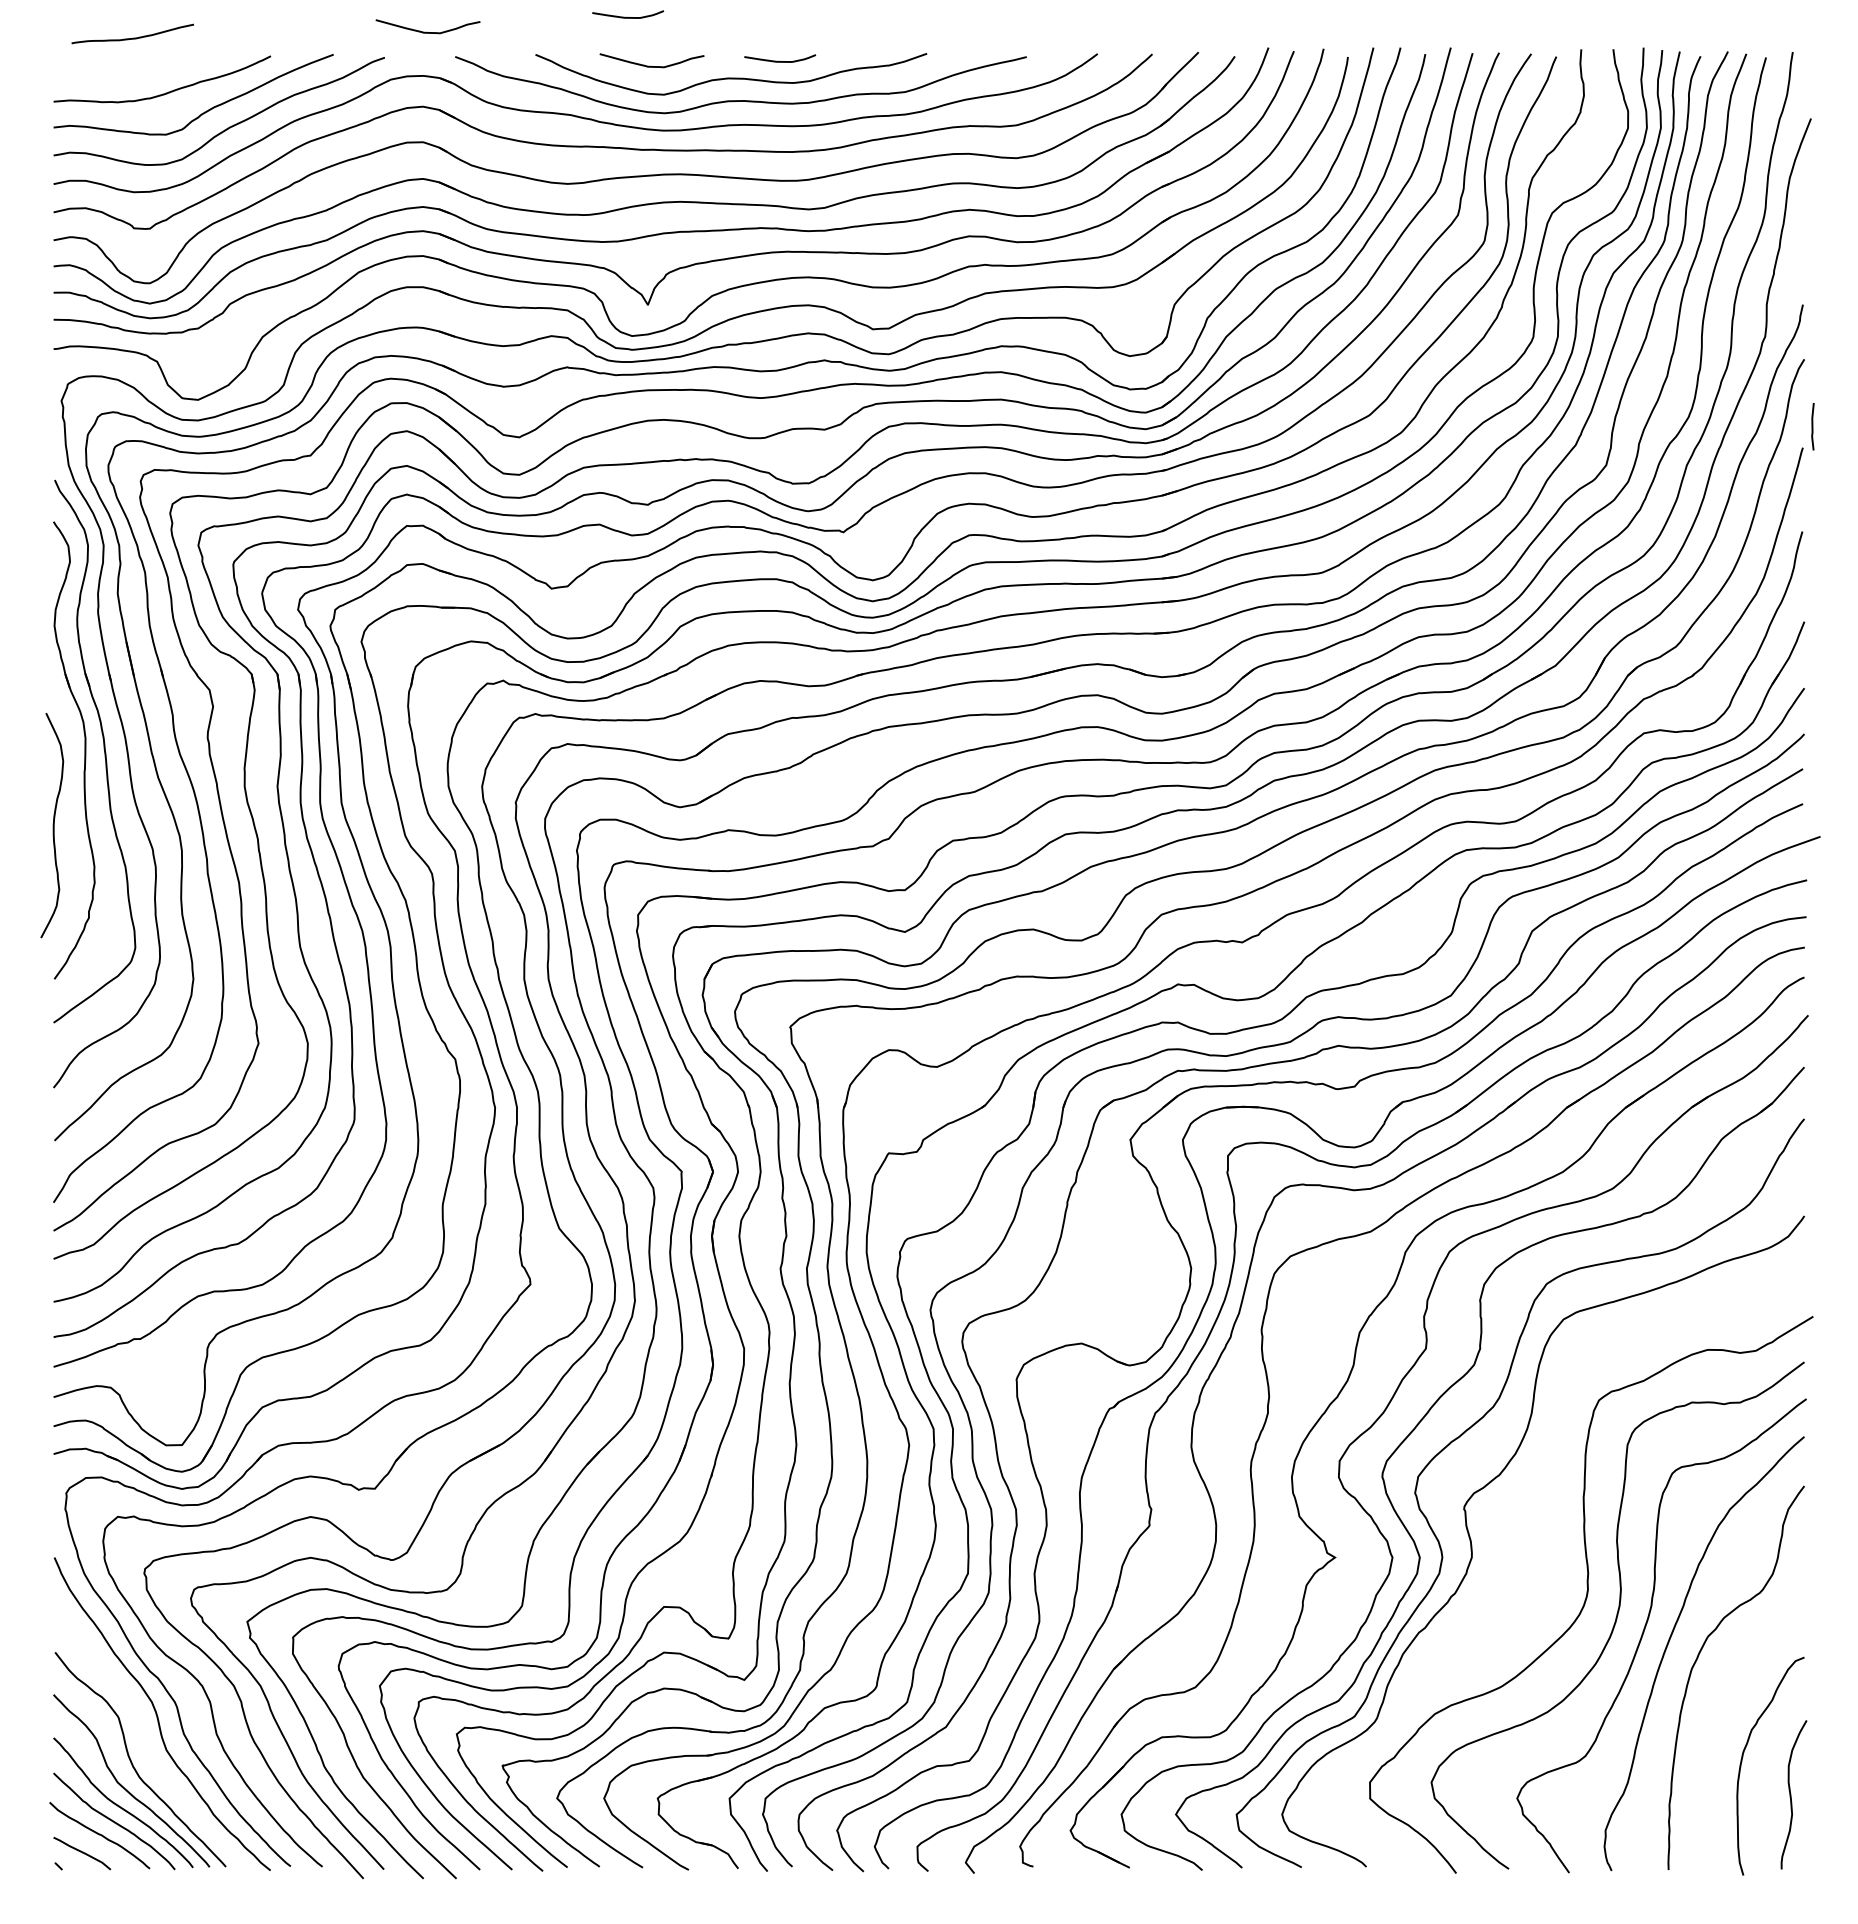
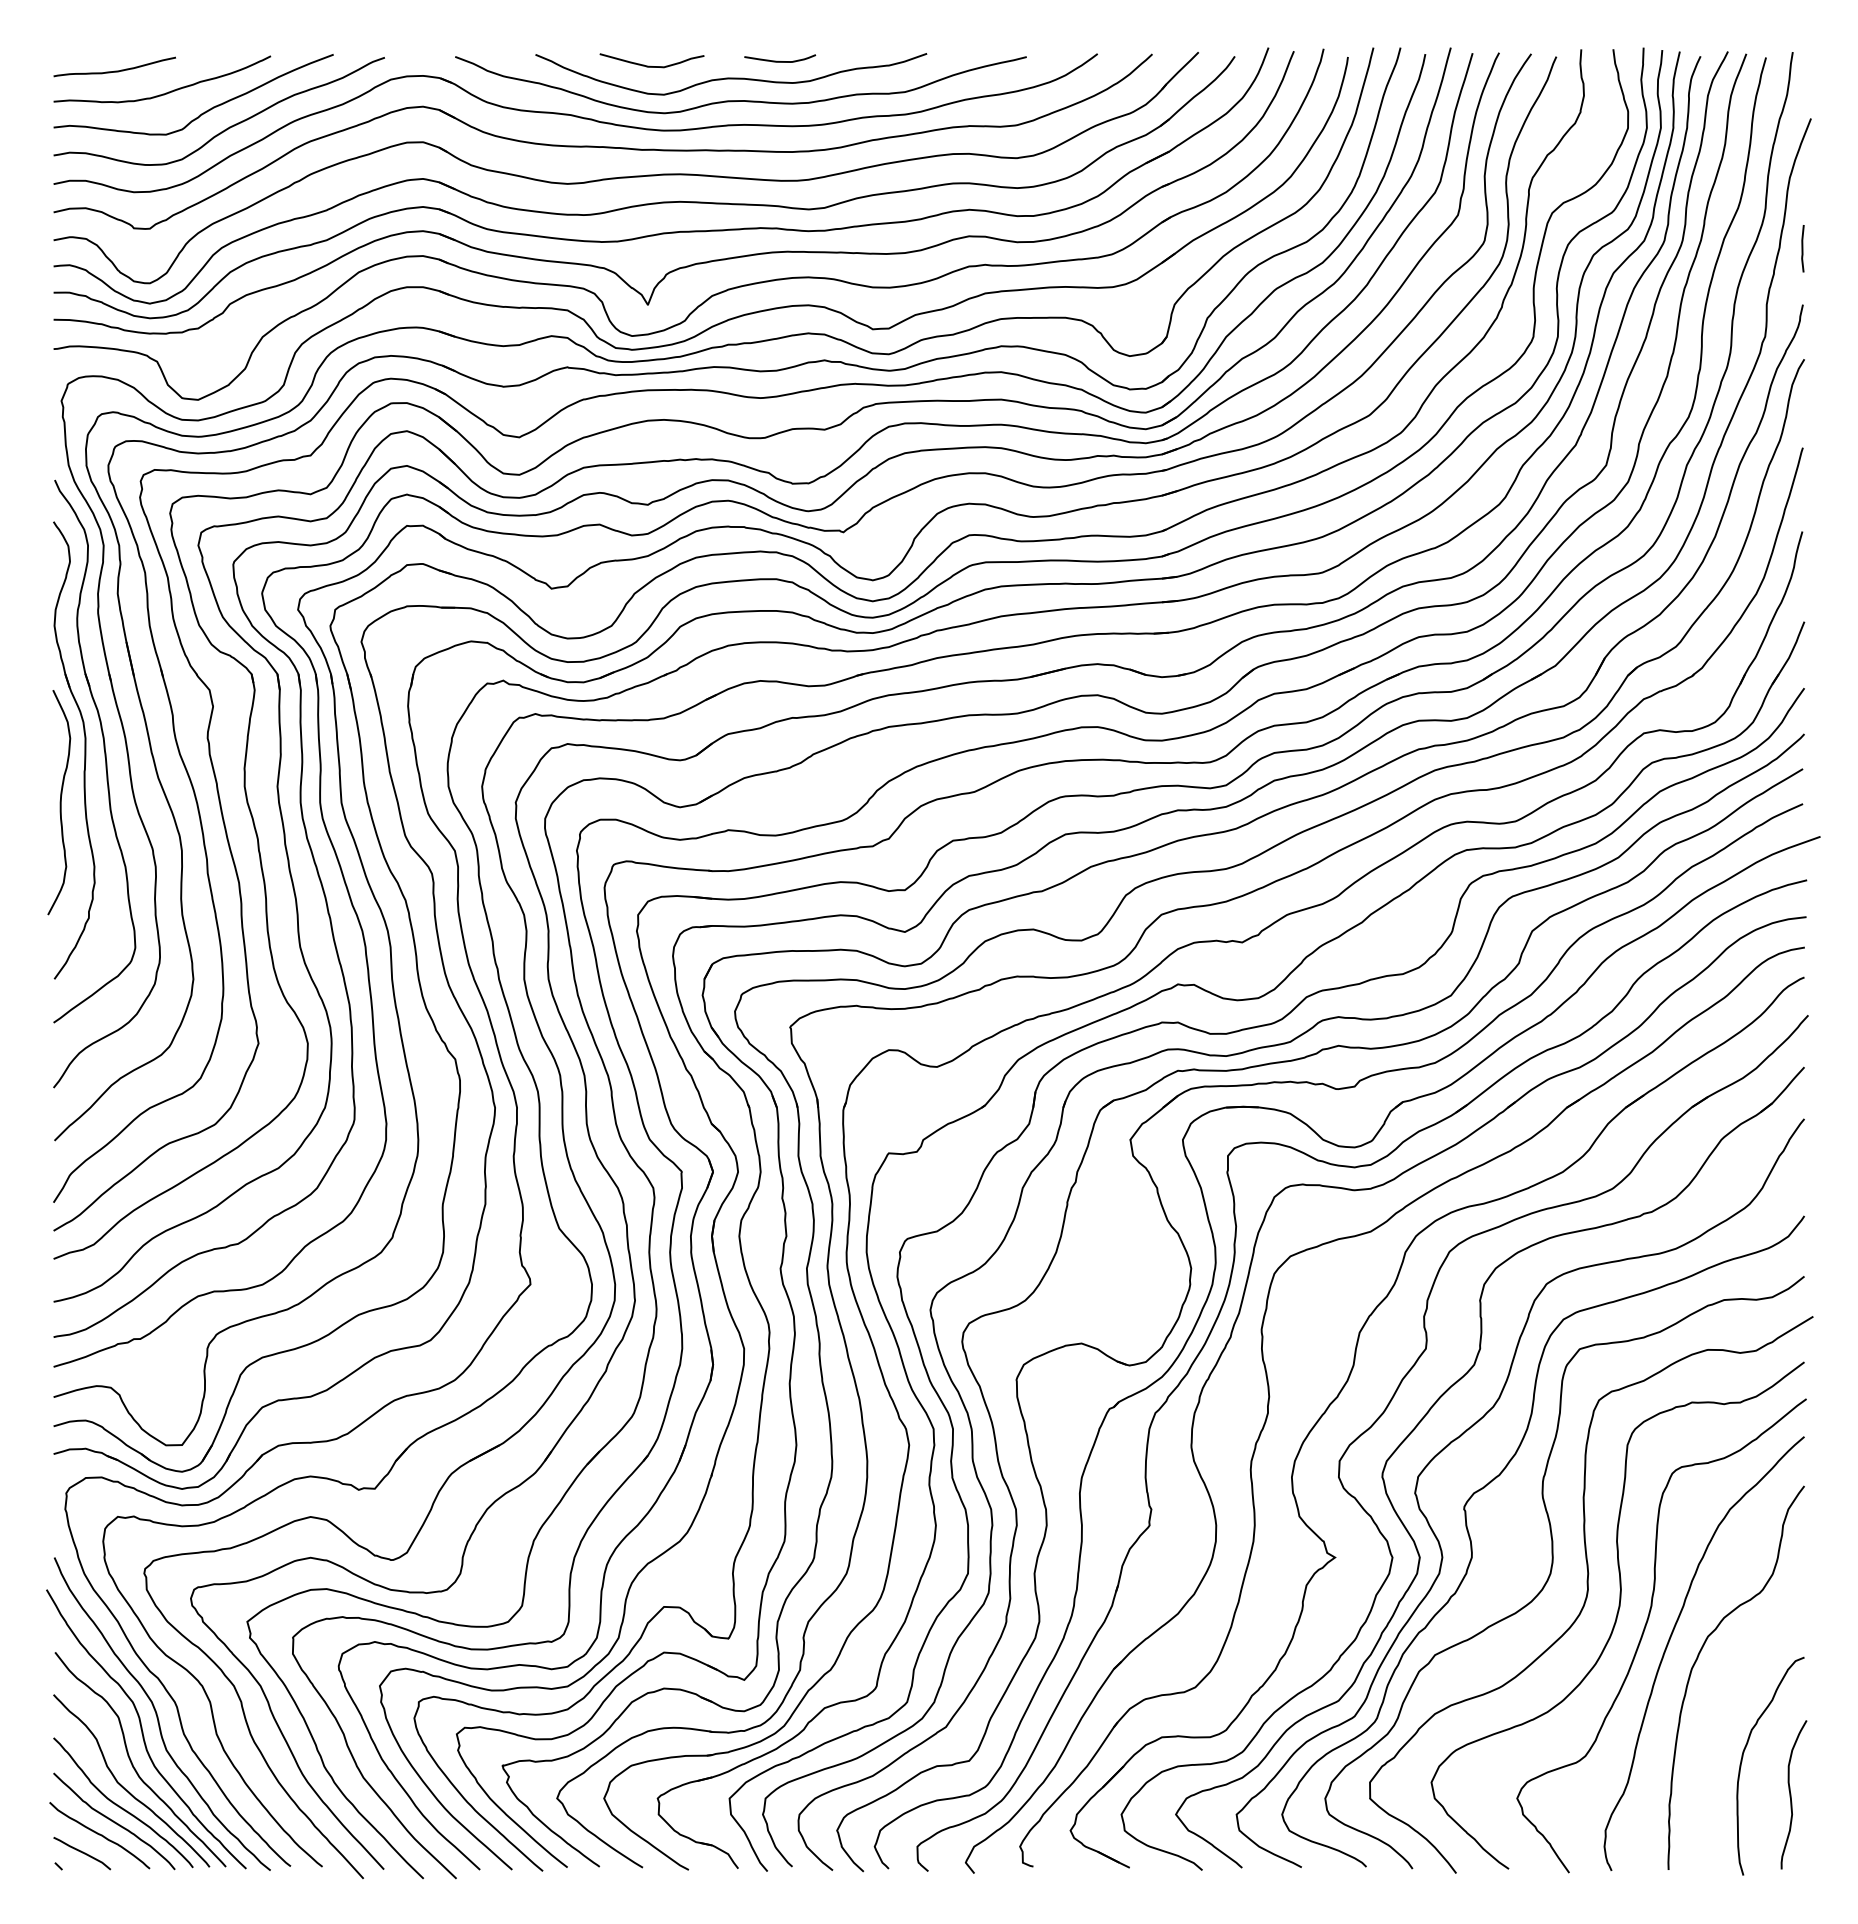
curve at (628, 17): present -> none
curve at (426, 31): present -> none
curve at (132, 37) position: (132, 37) -> (114, 70)
line at (1812, 426) position: (1812, 426) -> (1802, 248)
curve at (52, 825) position: (52, 825) -> (59, 802)
curve at (1552, 1569): none -> present
curve at (143, 1731): none -> present
